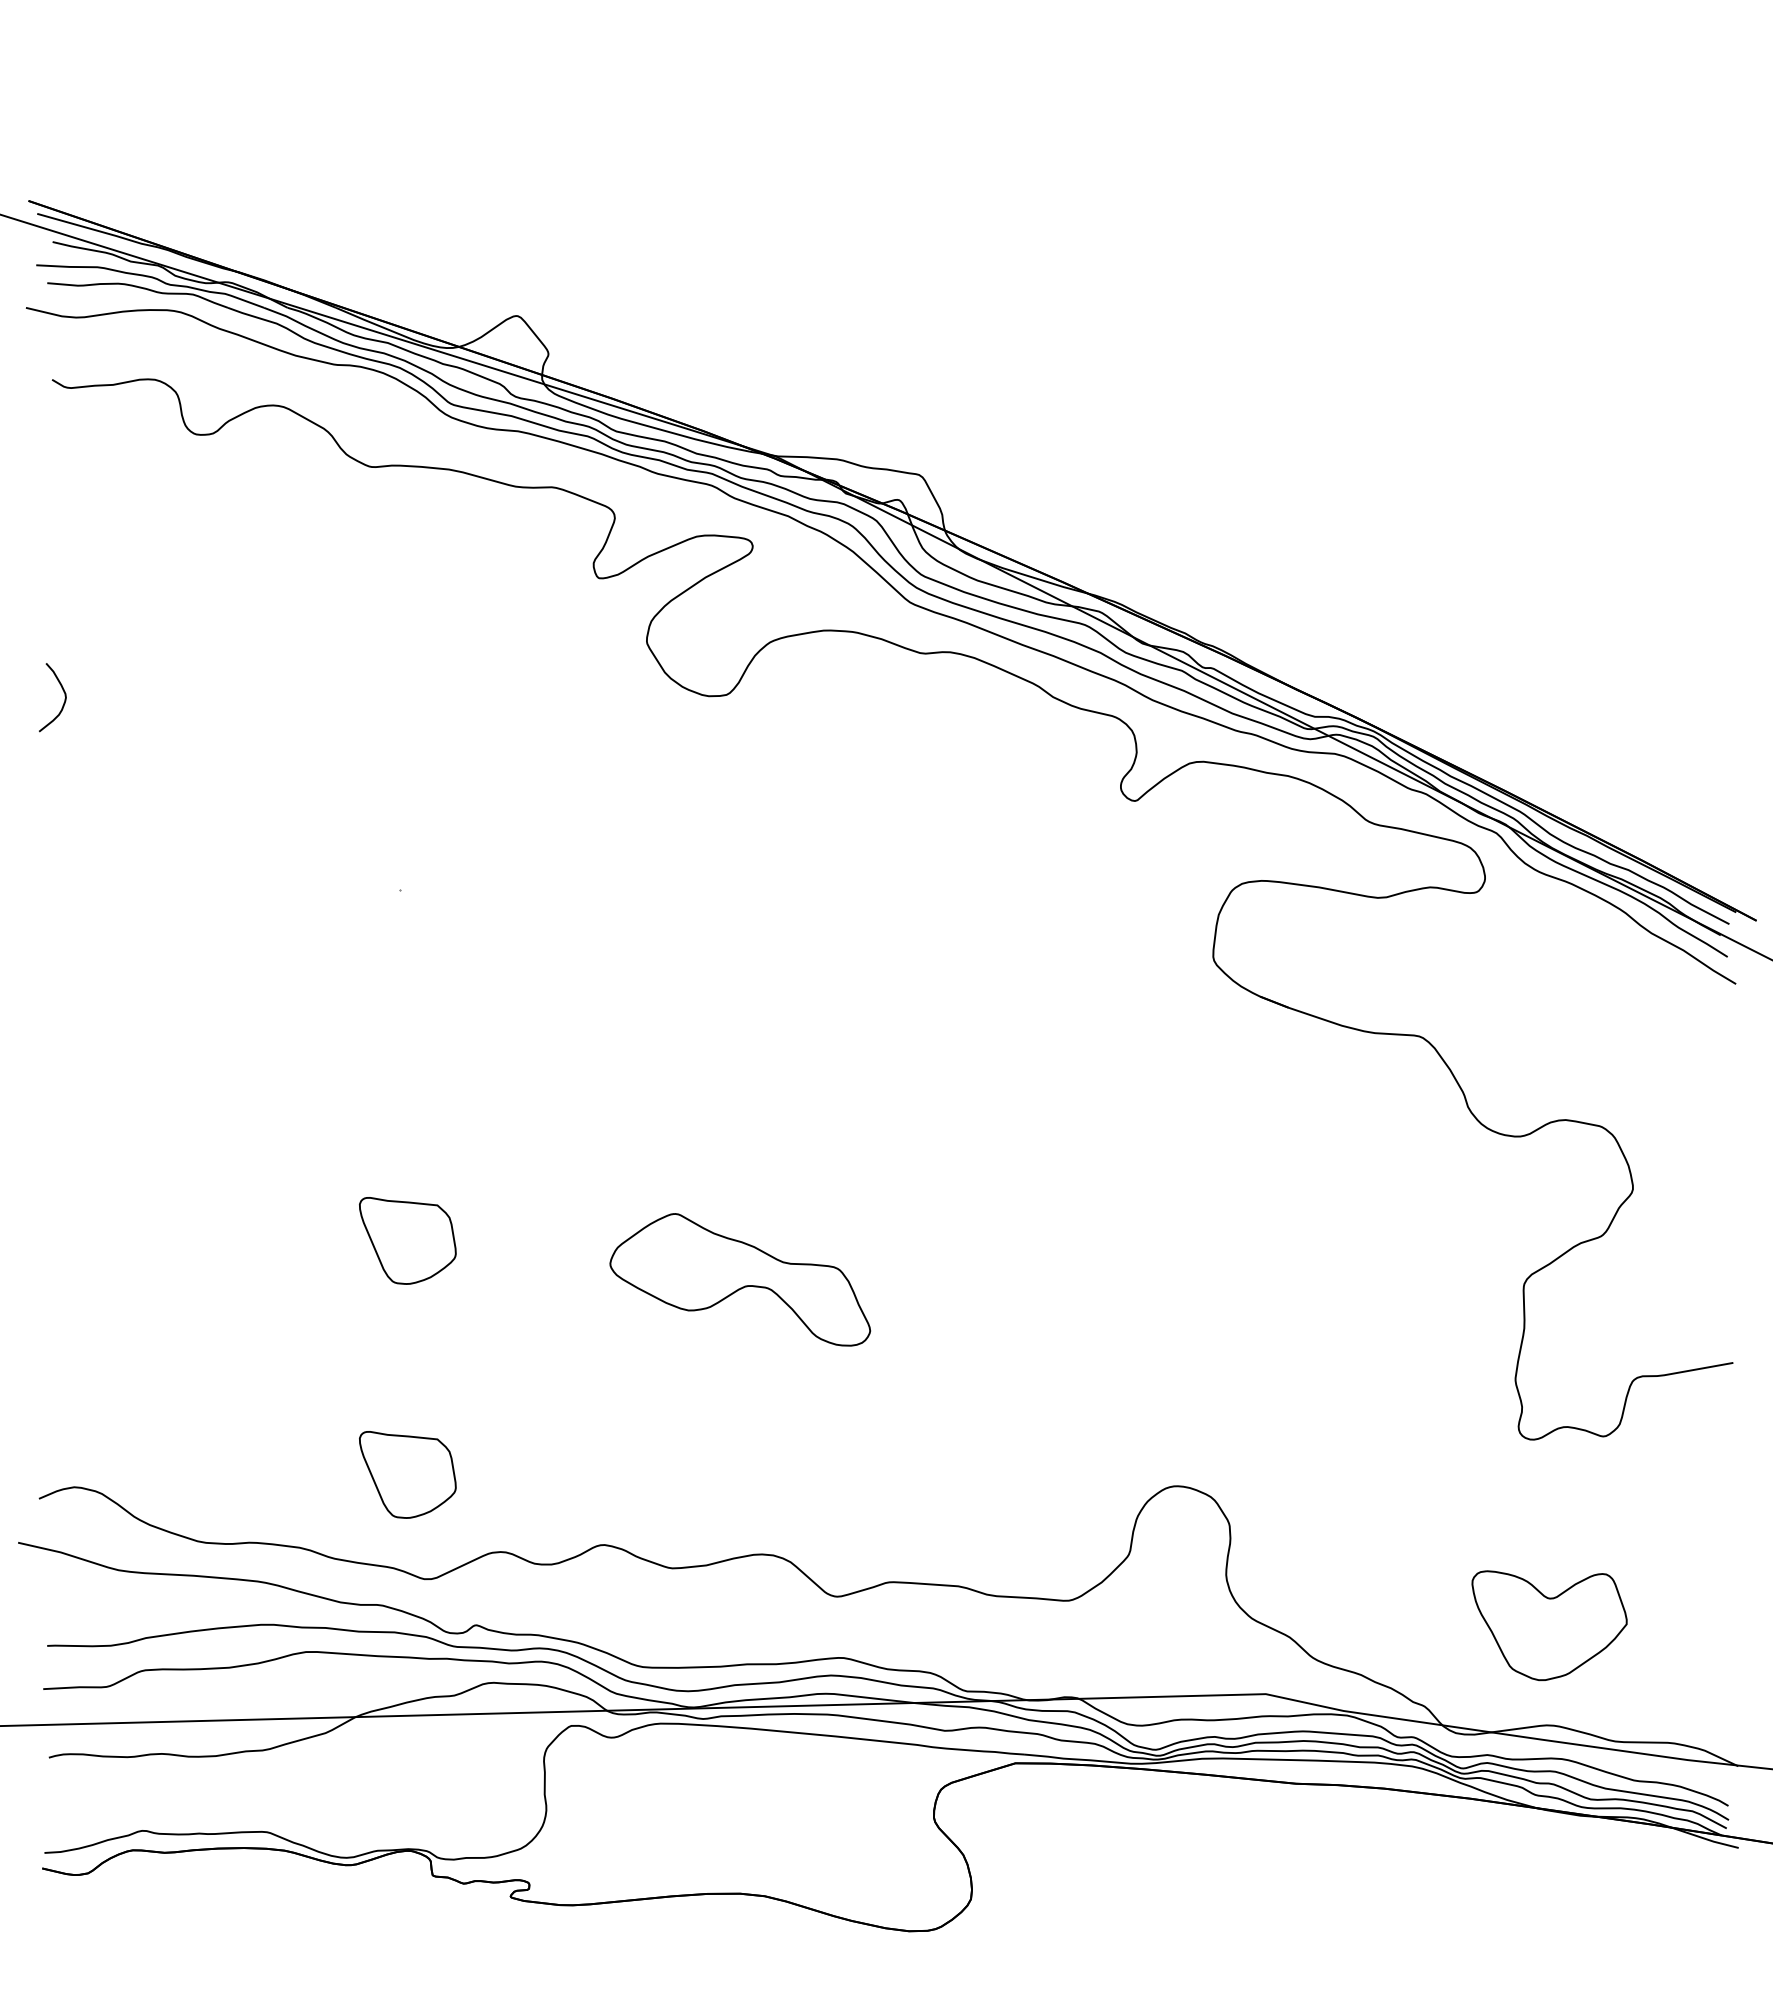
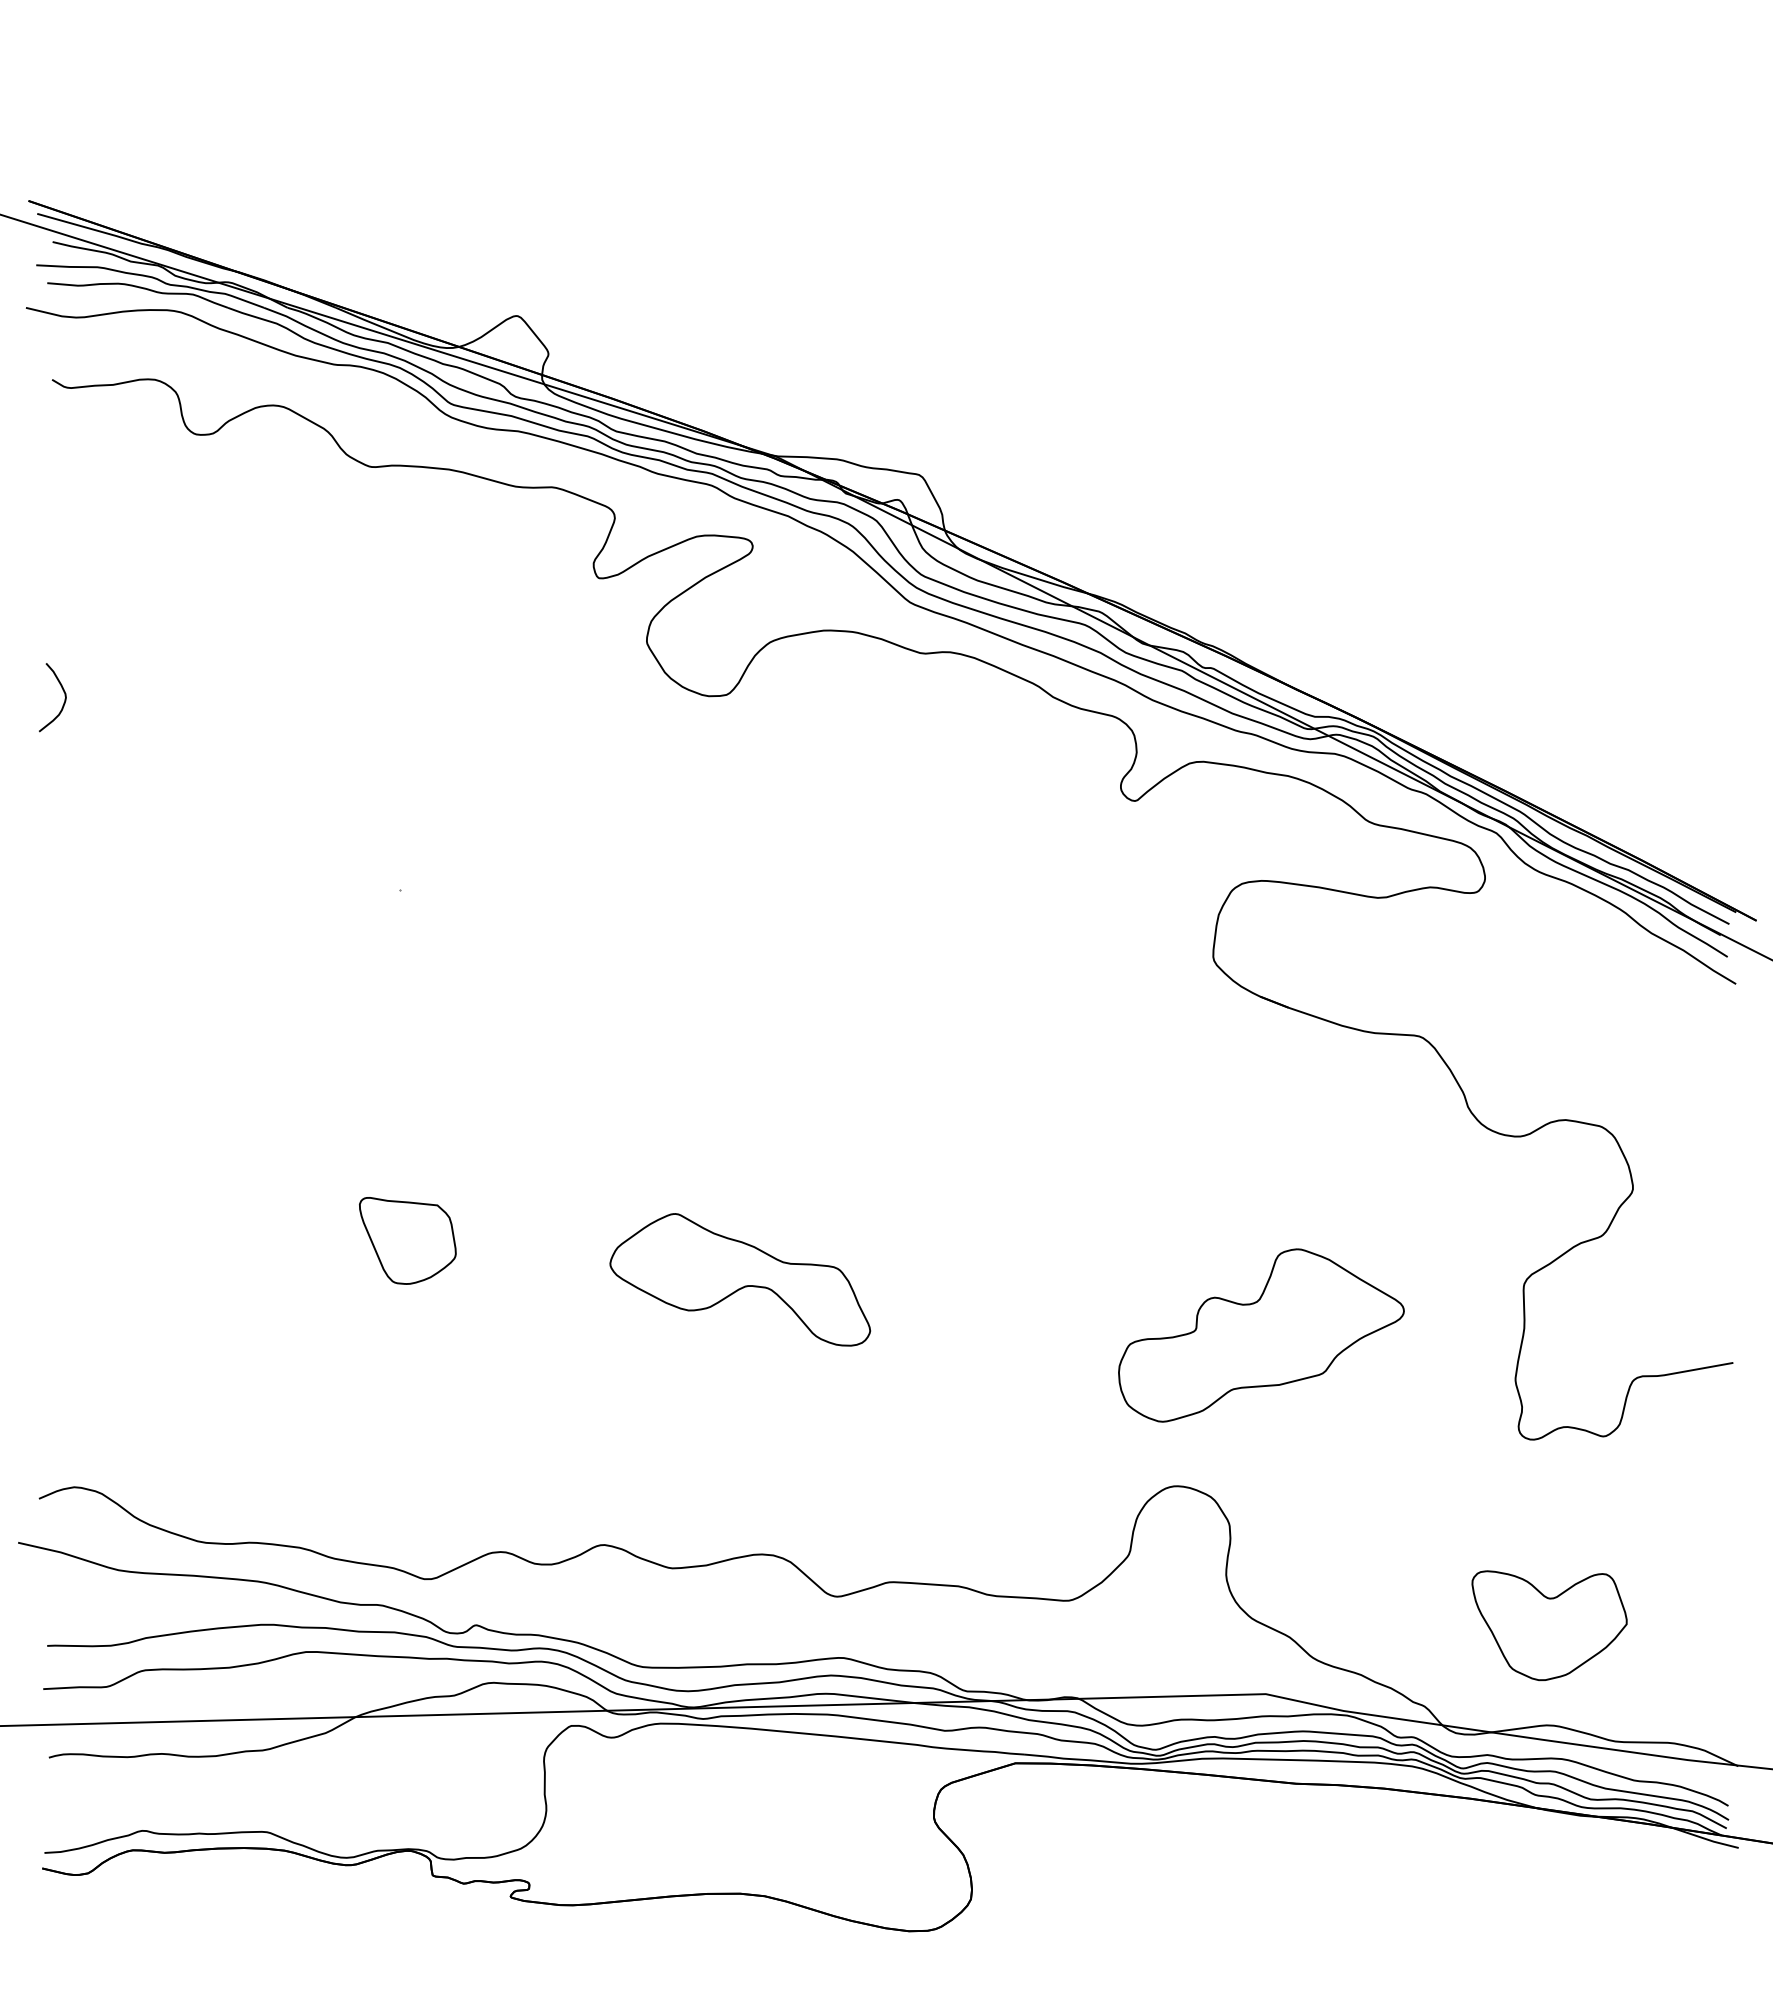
part at (1261, 1335): none -> present
part at (407, 1474): present -> none
